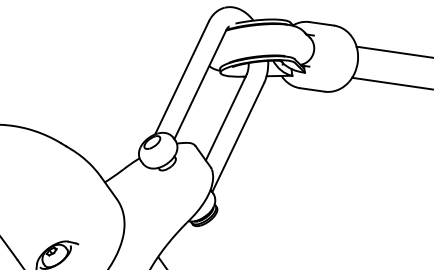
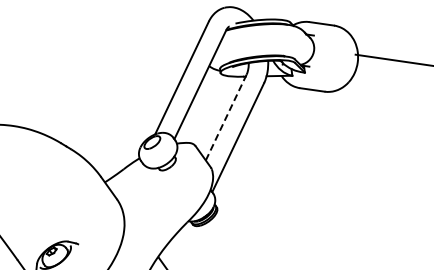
line at (393, 51) position: (393, 51) -> (392, 59)
line at (391, 83): present -> none
line at (226, 117): solid -> dashed
